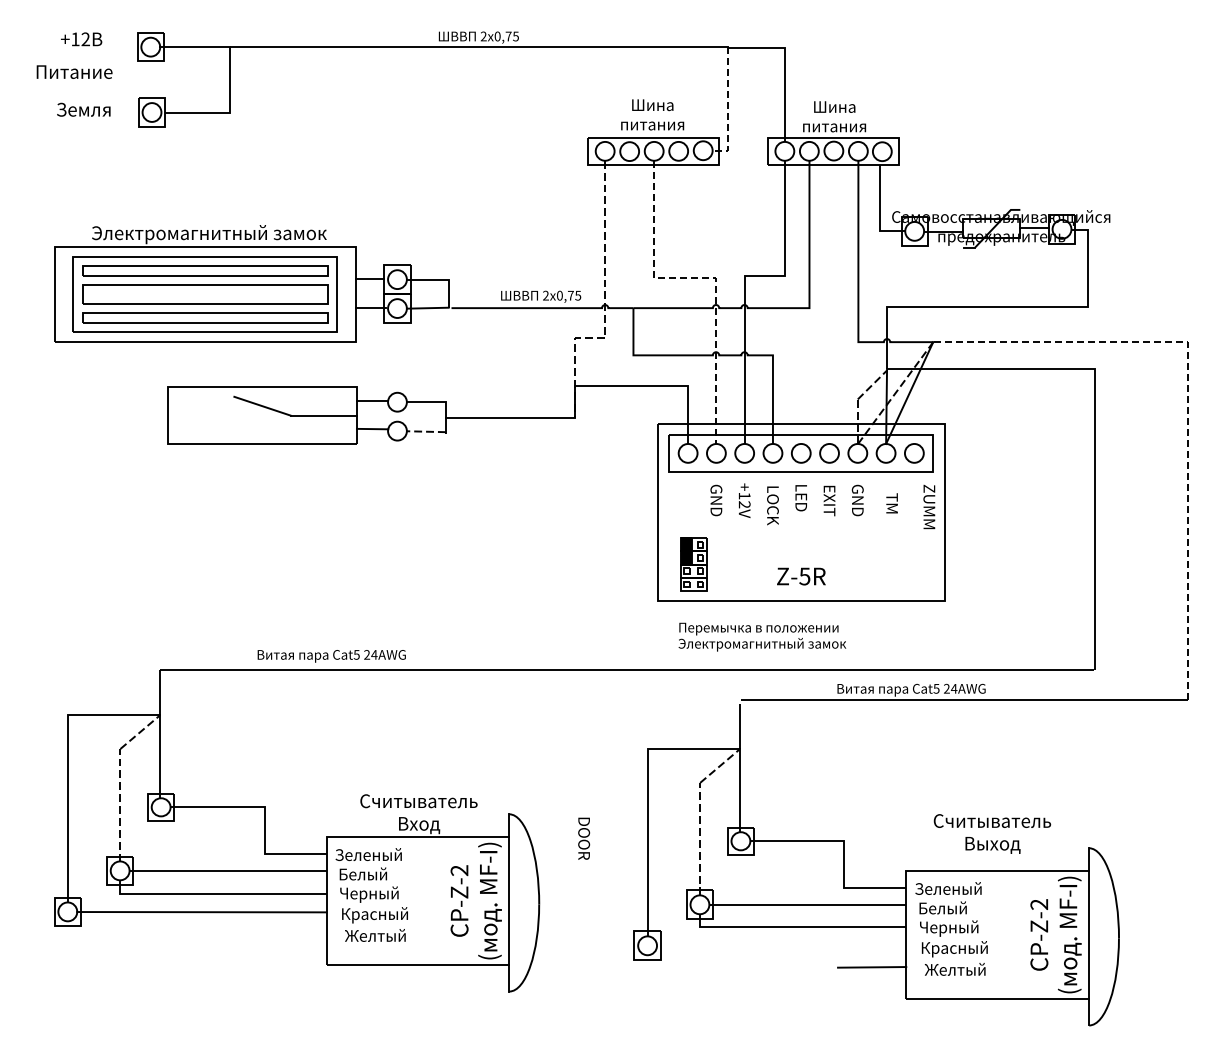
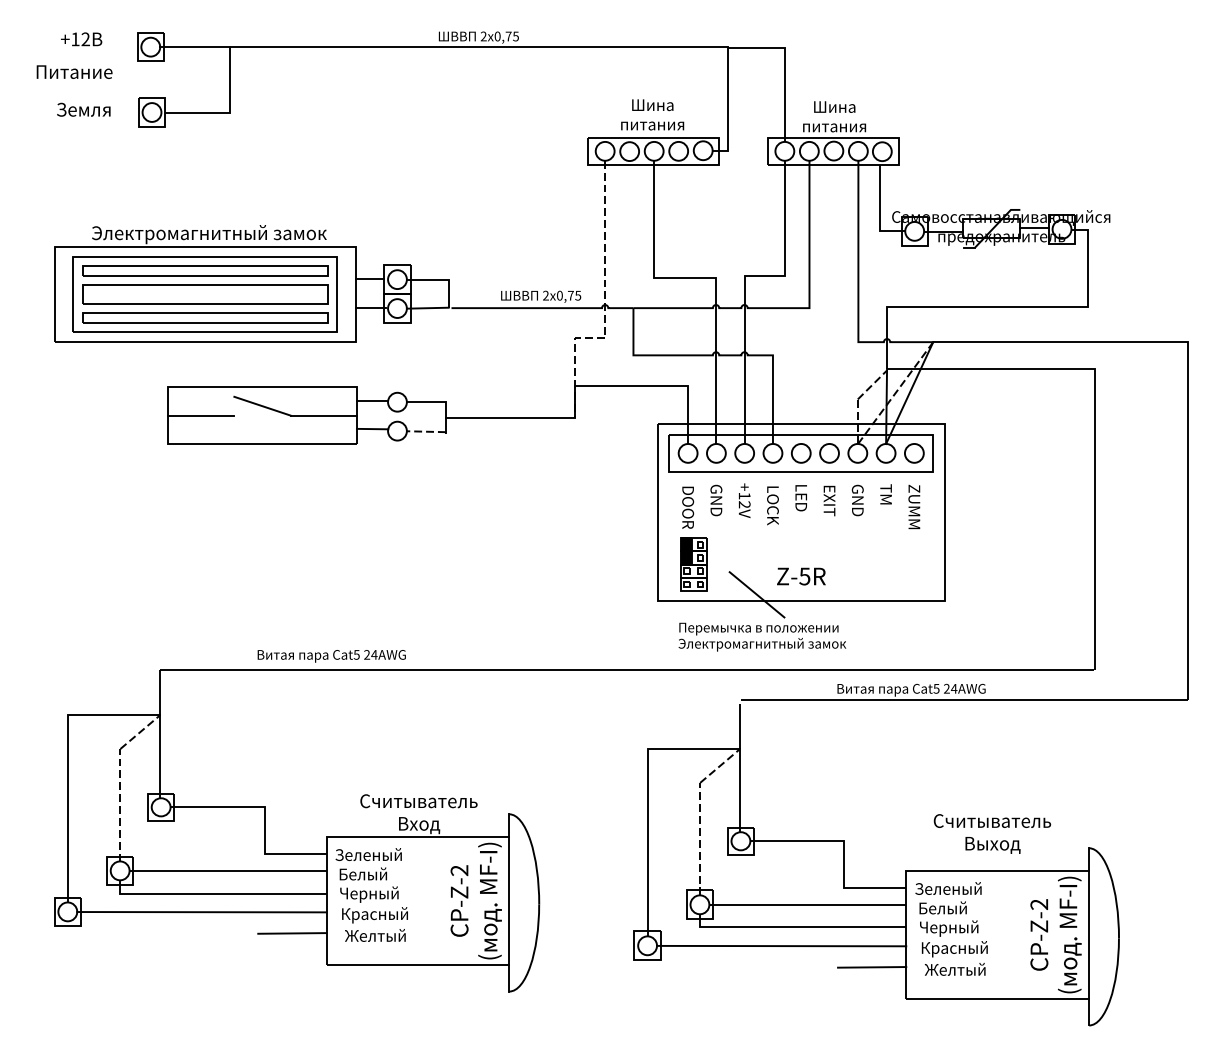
line at (728, 107): dashed -> solid
line at (709, 278): dashed -> solid
line at (1187, 393): dashed -> solid
line at (201, 415): none -> present
text at (891, 503) position: (891, 503) -> (885, 494)
text at (929, 506) position: (929, 506) -> (914, 506)
line at (756, 594): none -> present
text at (584, 838) position: (584, 838) -> (688, 507)
line at (292, 933): none -> present
line at (781, 945): none -> present
